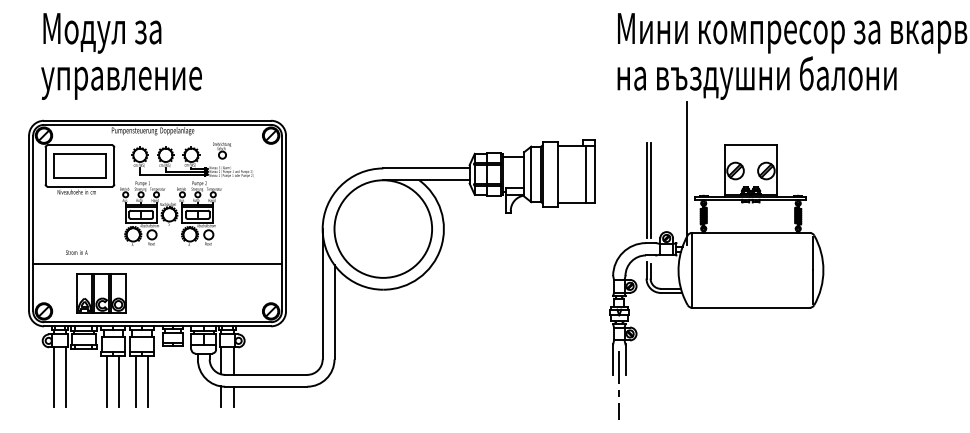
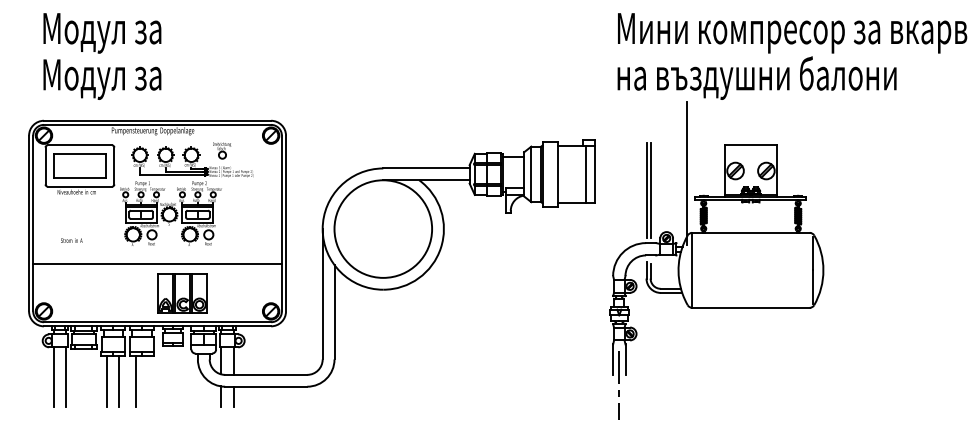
text at (121, 79): управление -> Модул за
text at (76, 252) position: (76, 252) -> (71, 240)
part at (101, 293) position: (101, 293) -> (182, 293)
line at (148, 380): present -> none
